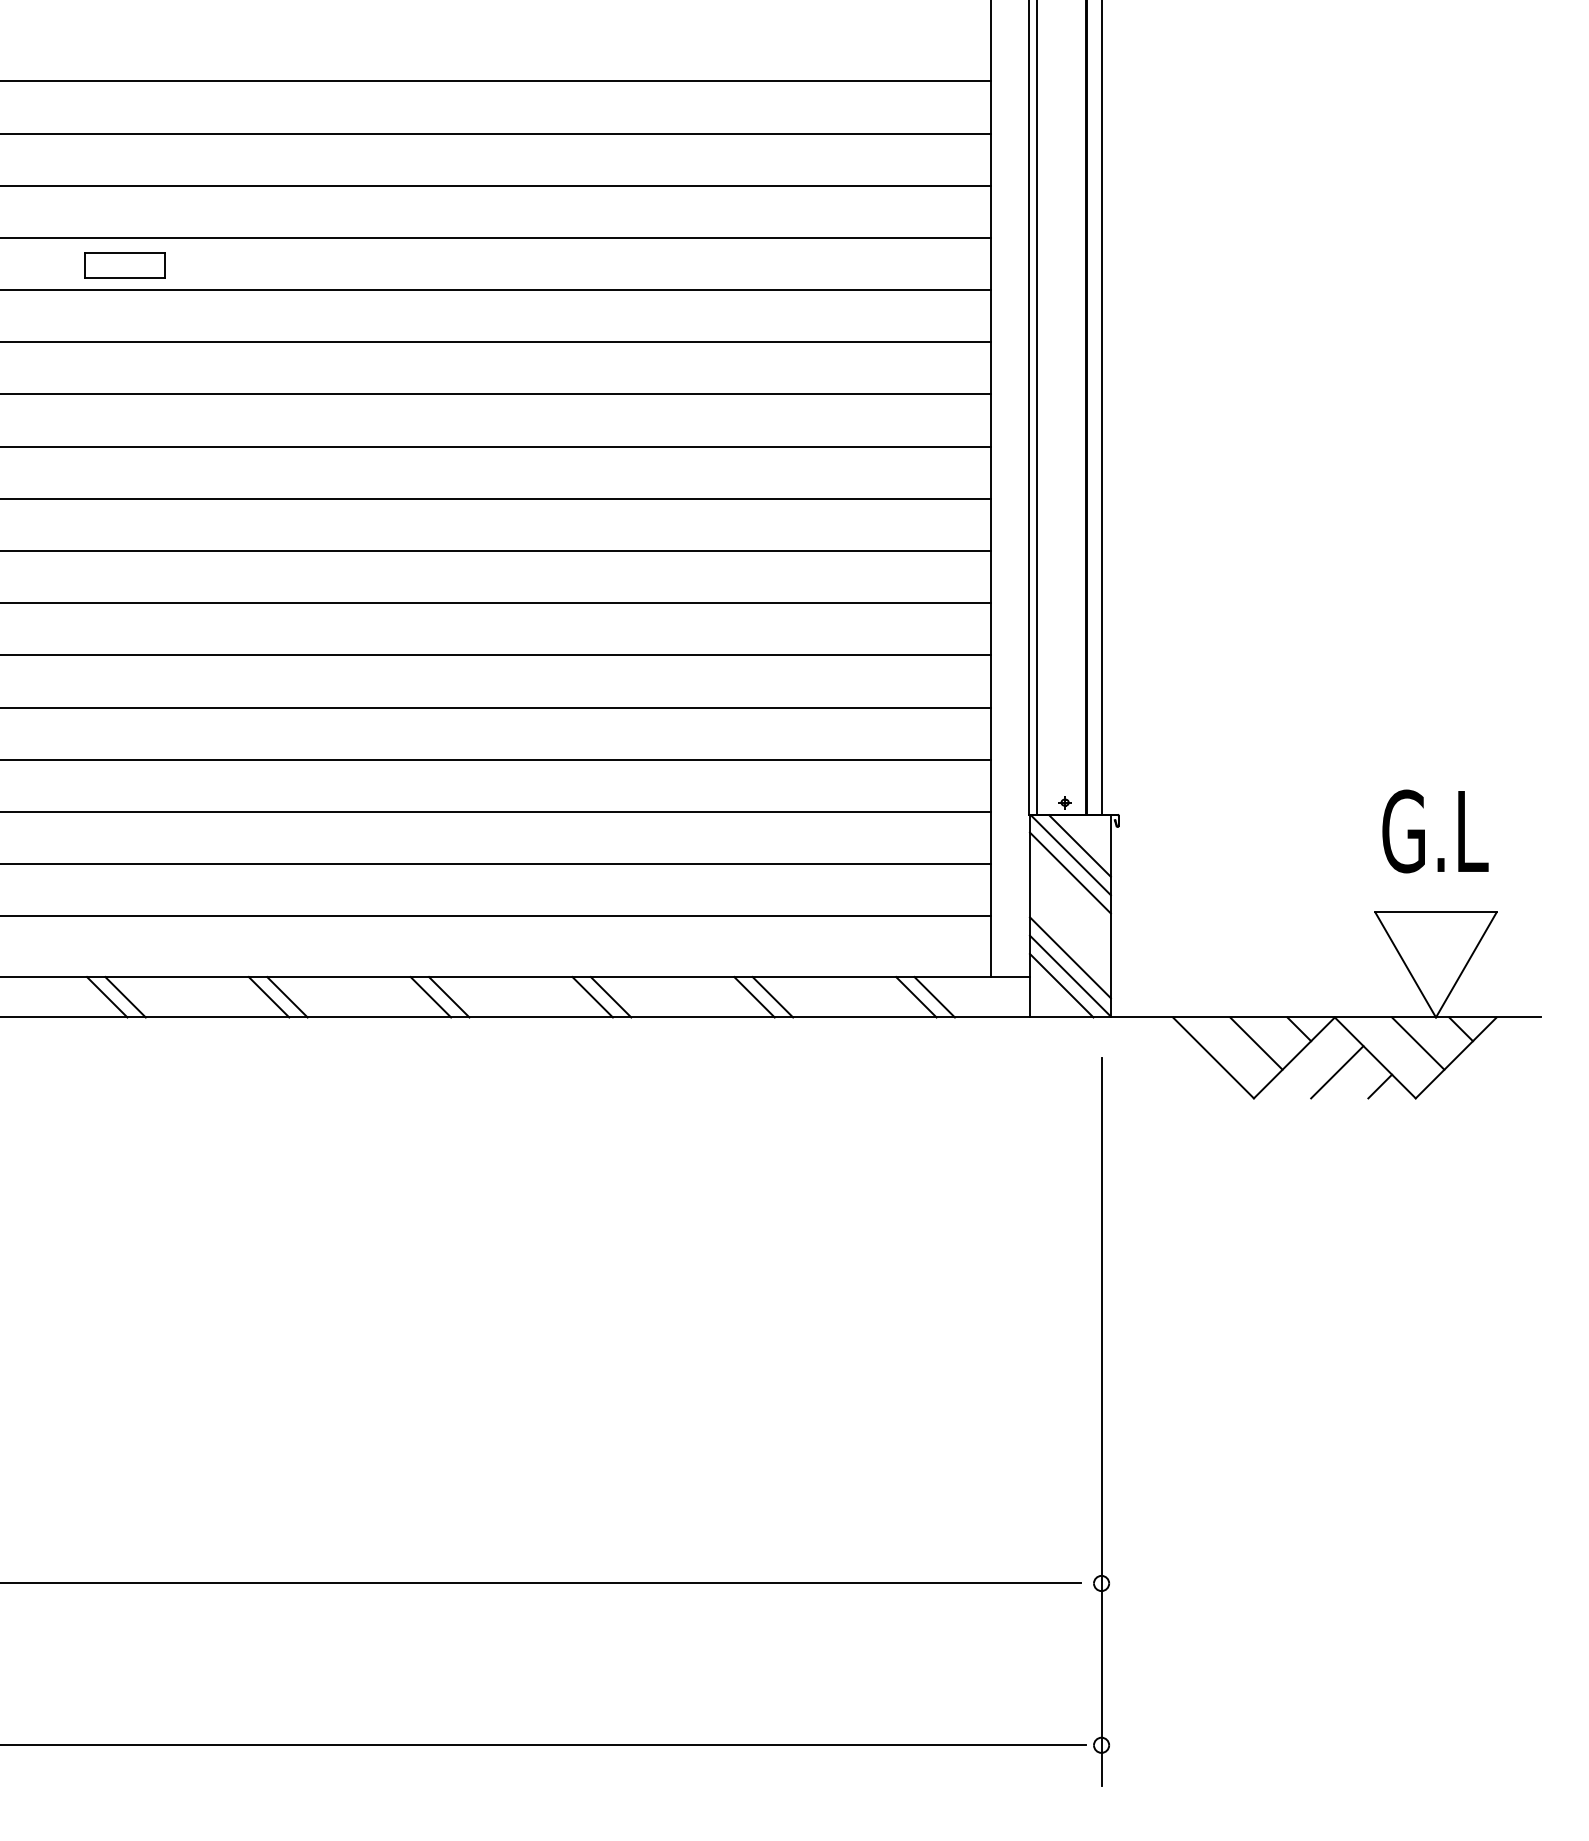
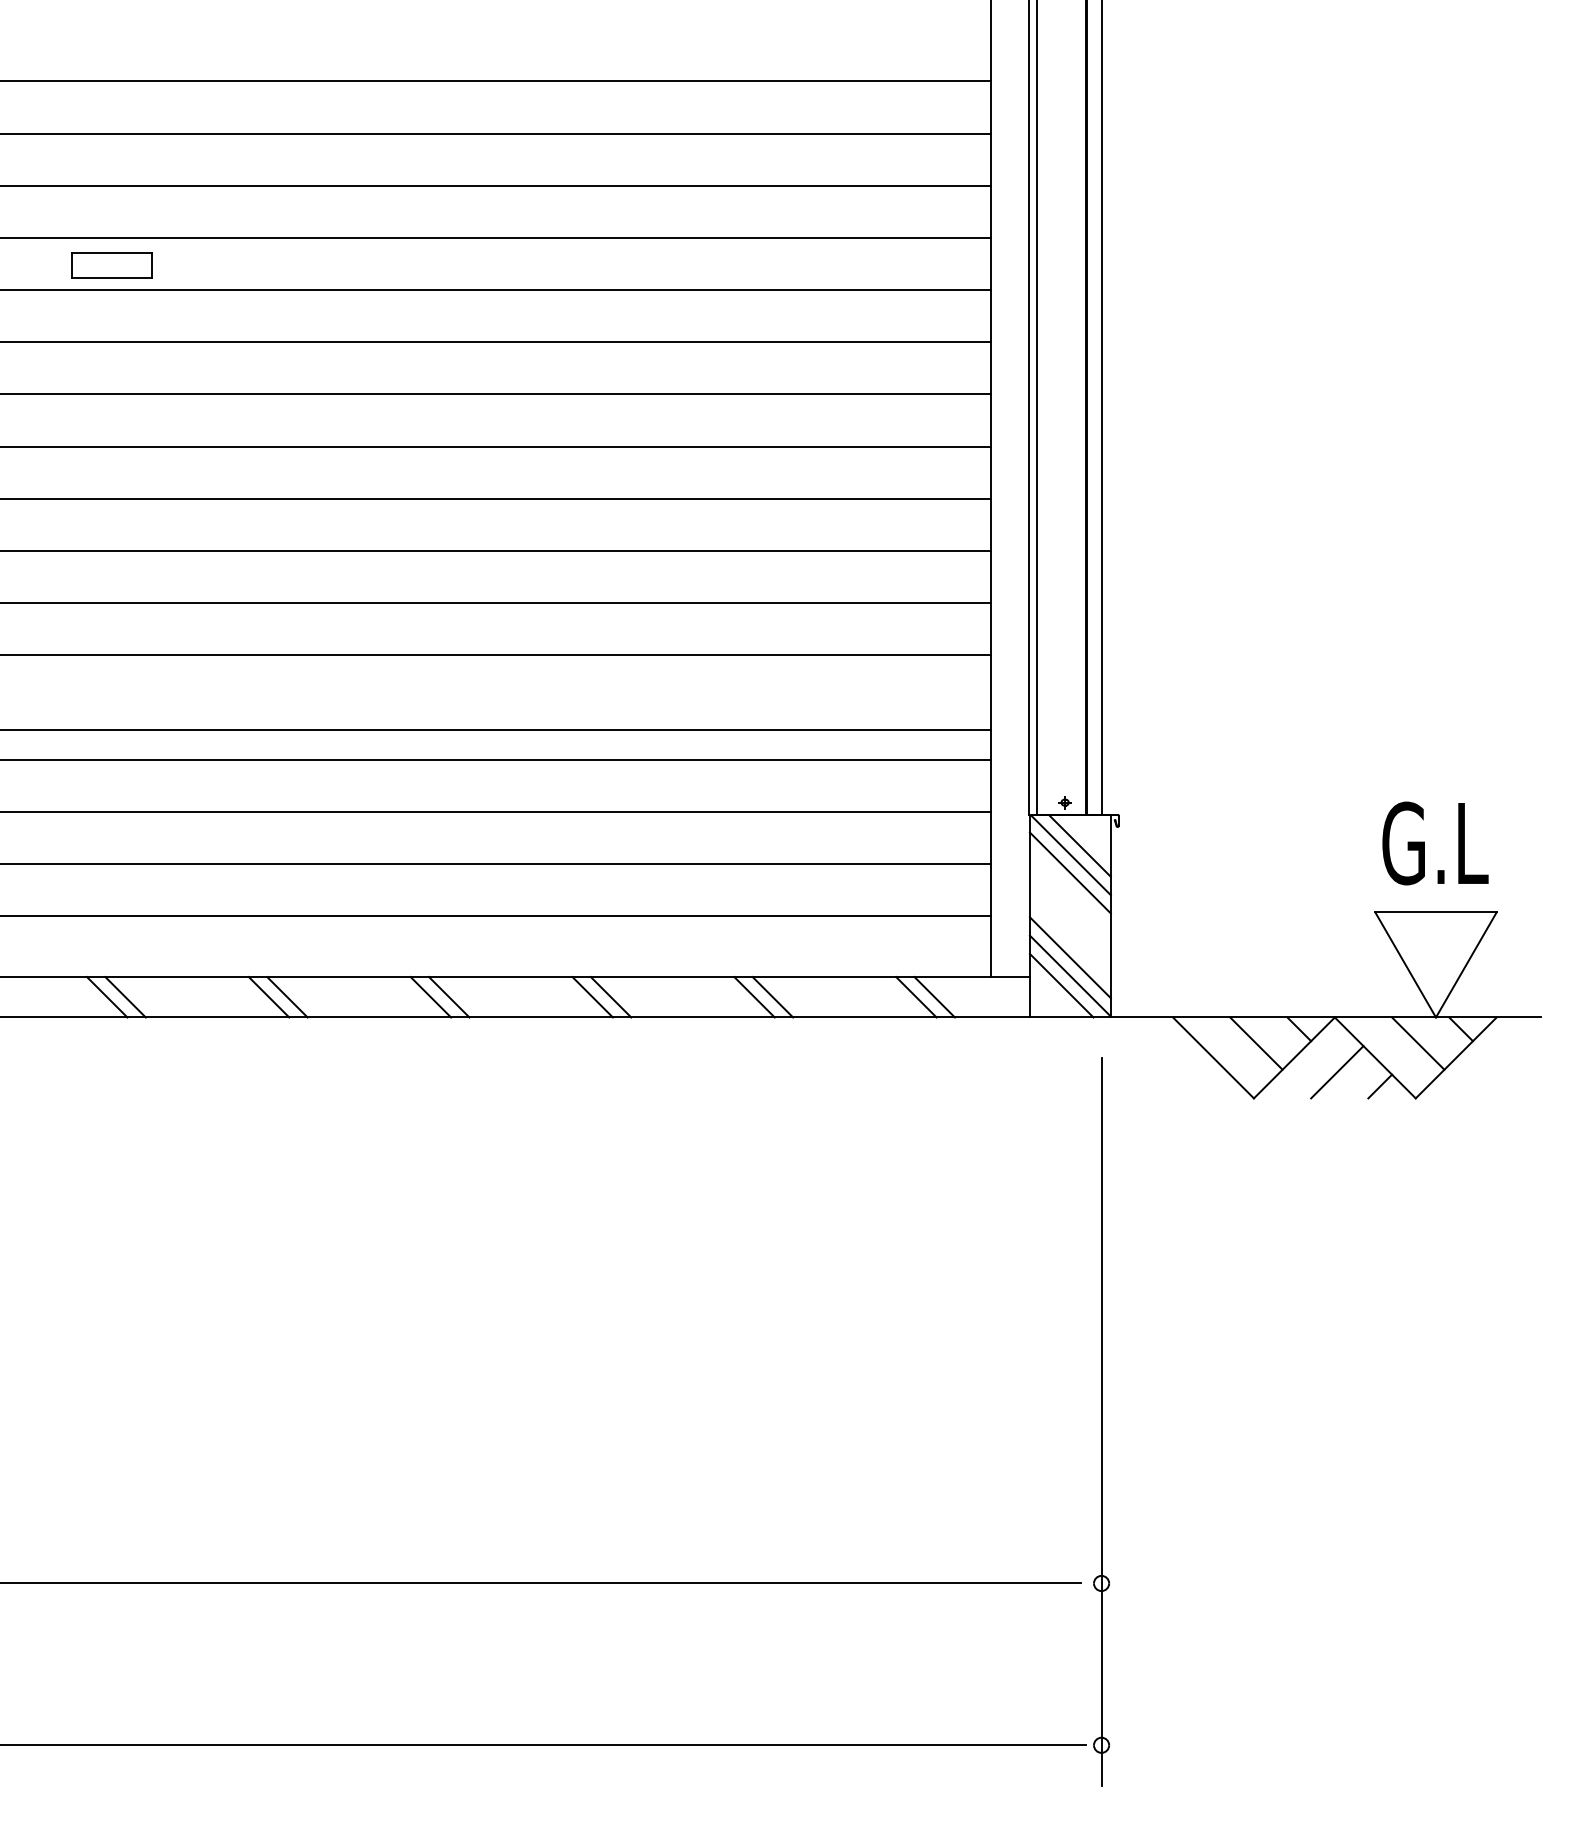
part at (124, 265) position: (124, 265) -> (111, 265)
line at (496, 707) position: (496, 707) -> (496, 729)
text at (1435, 831) position: (1435, 831) -> (1435, 843)
